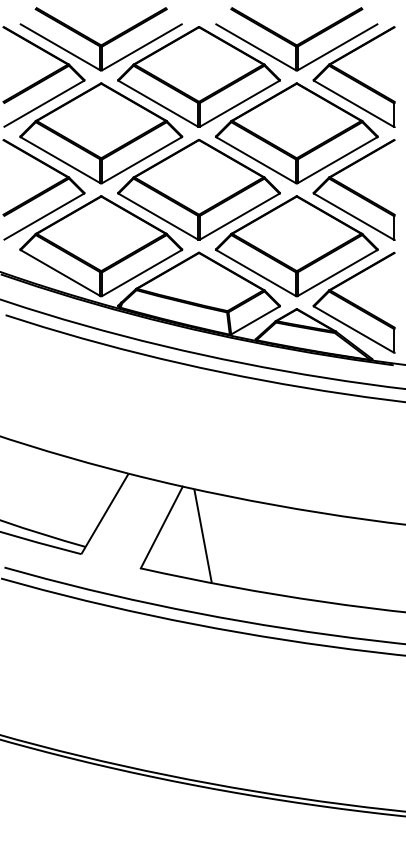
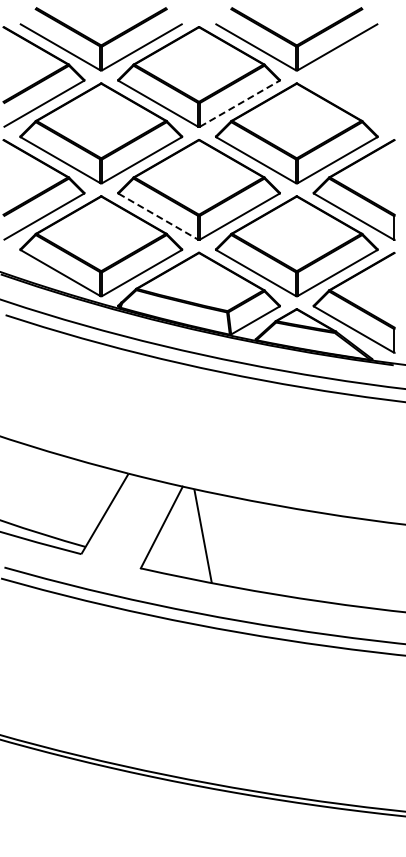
part at (353, 76): present -> none
line at (239, 103): solid -> dashed
line at (158, 216): solid -> dashed
